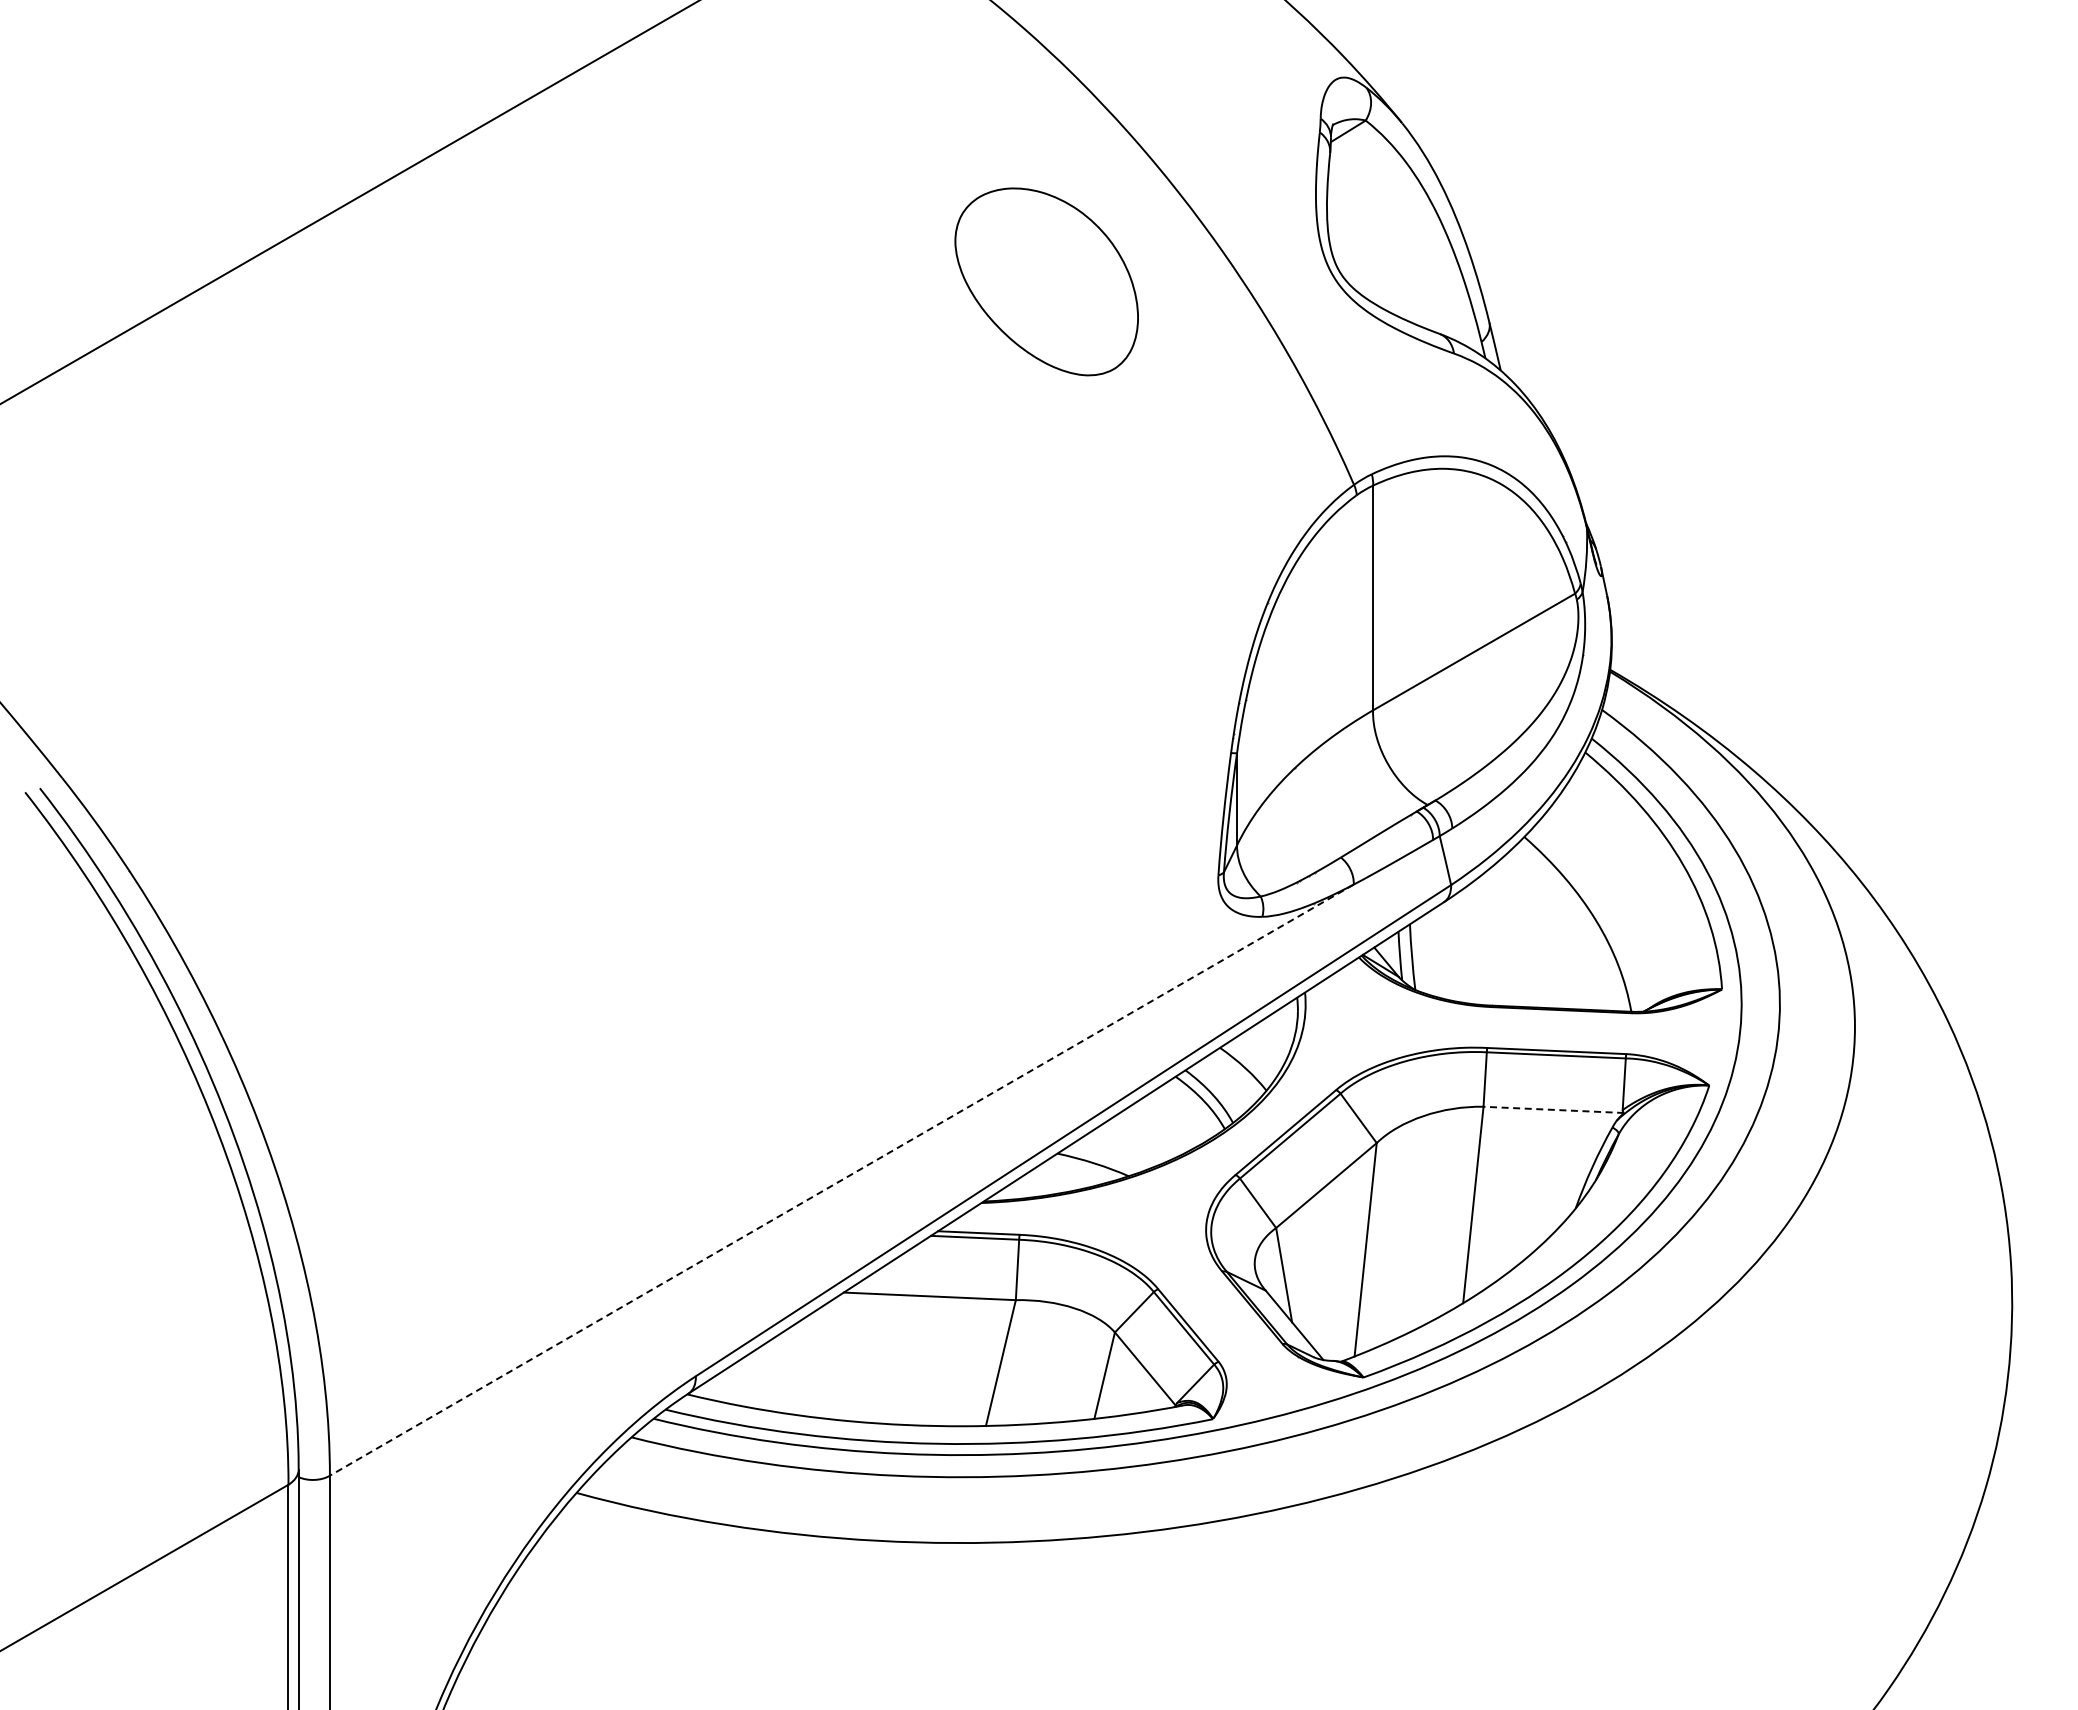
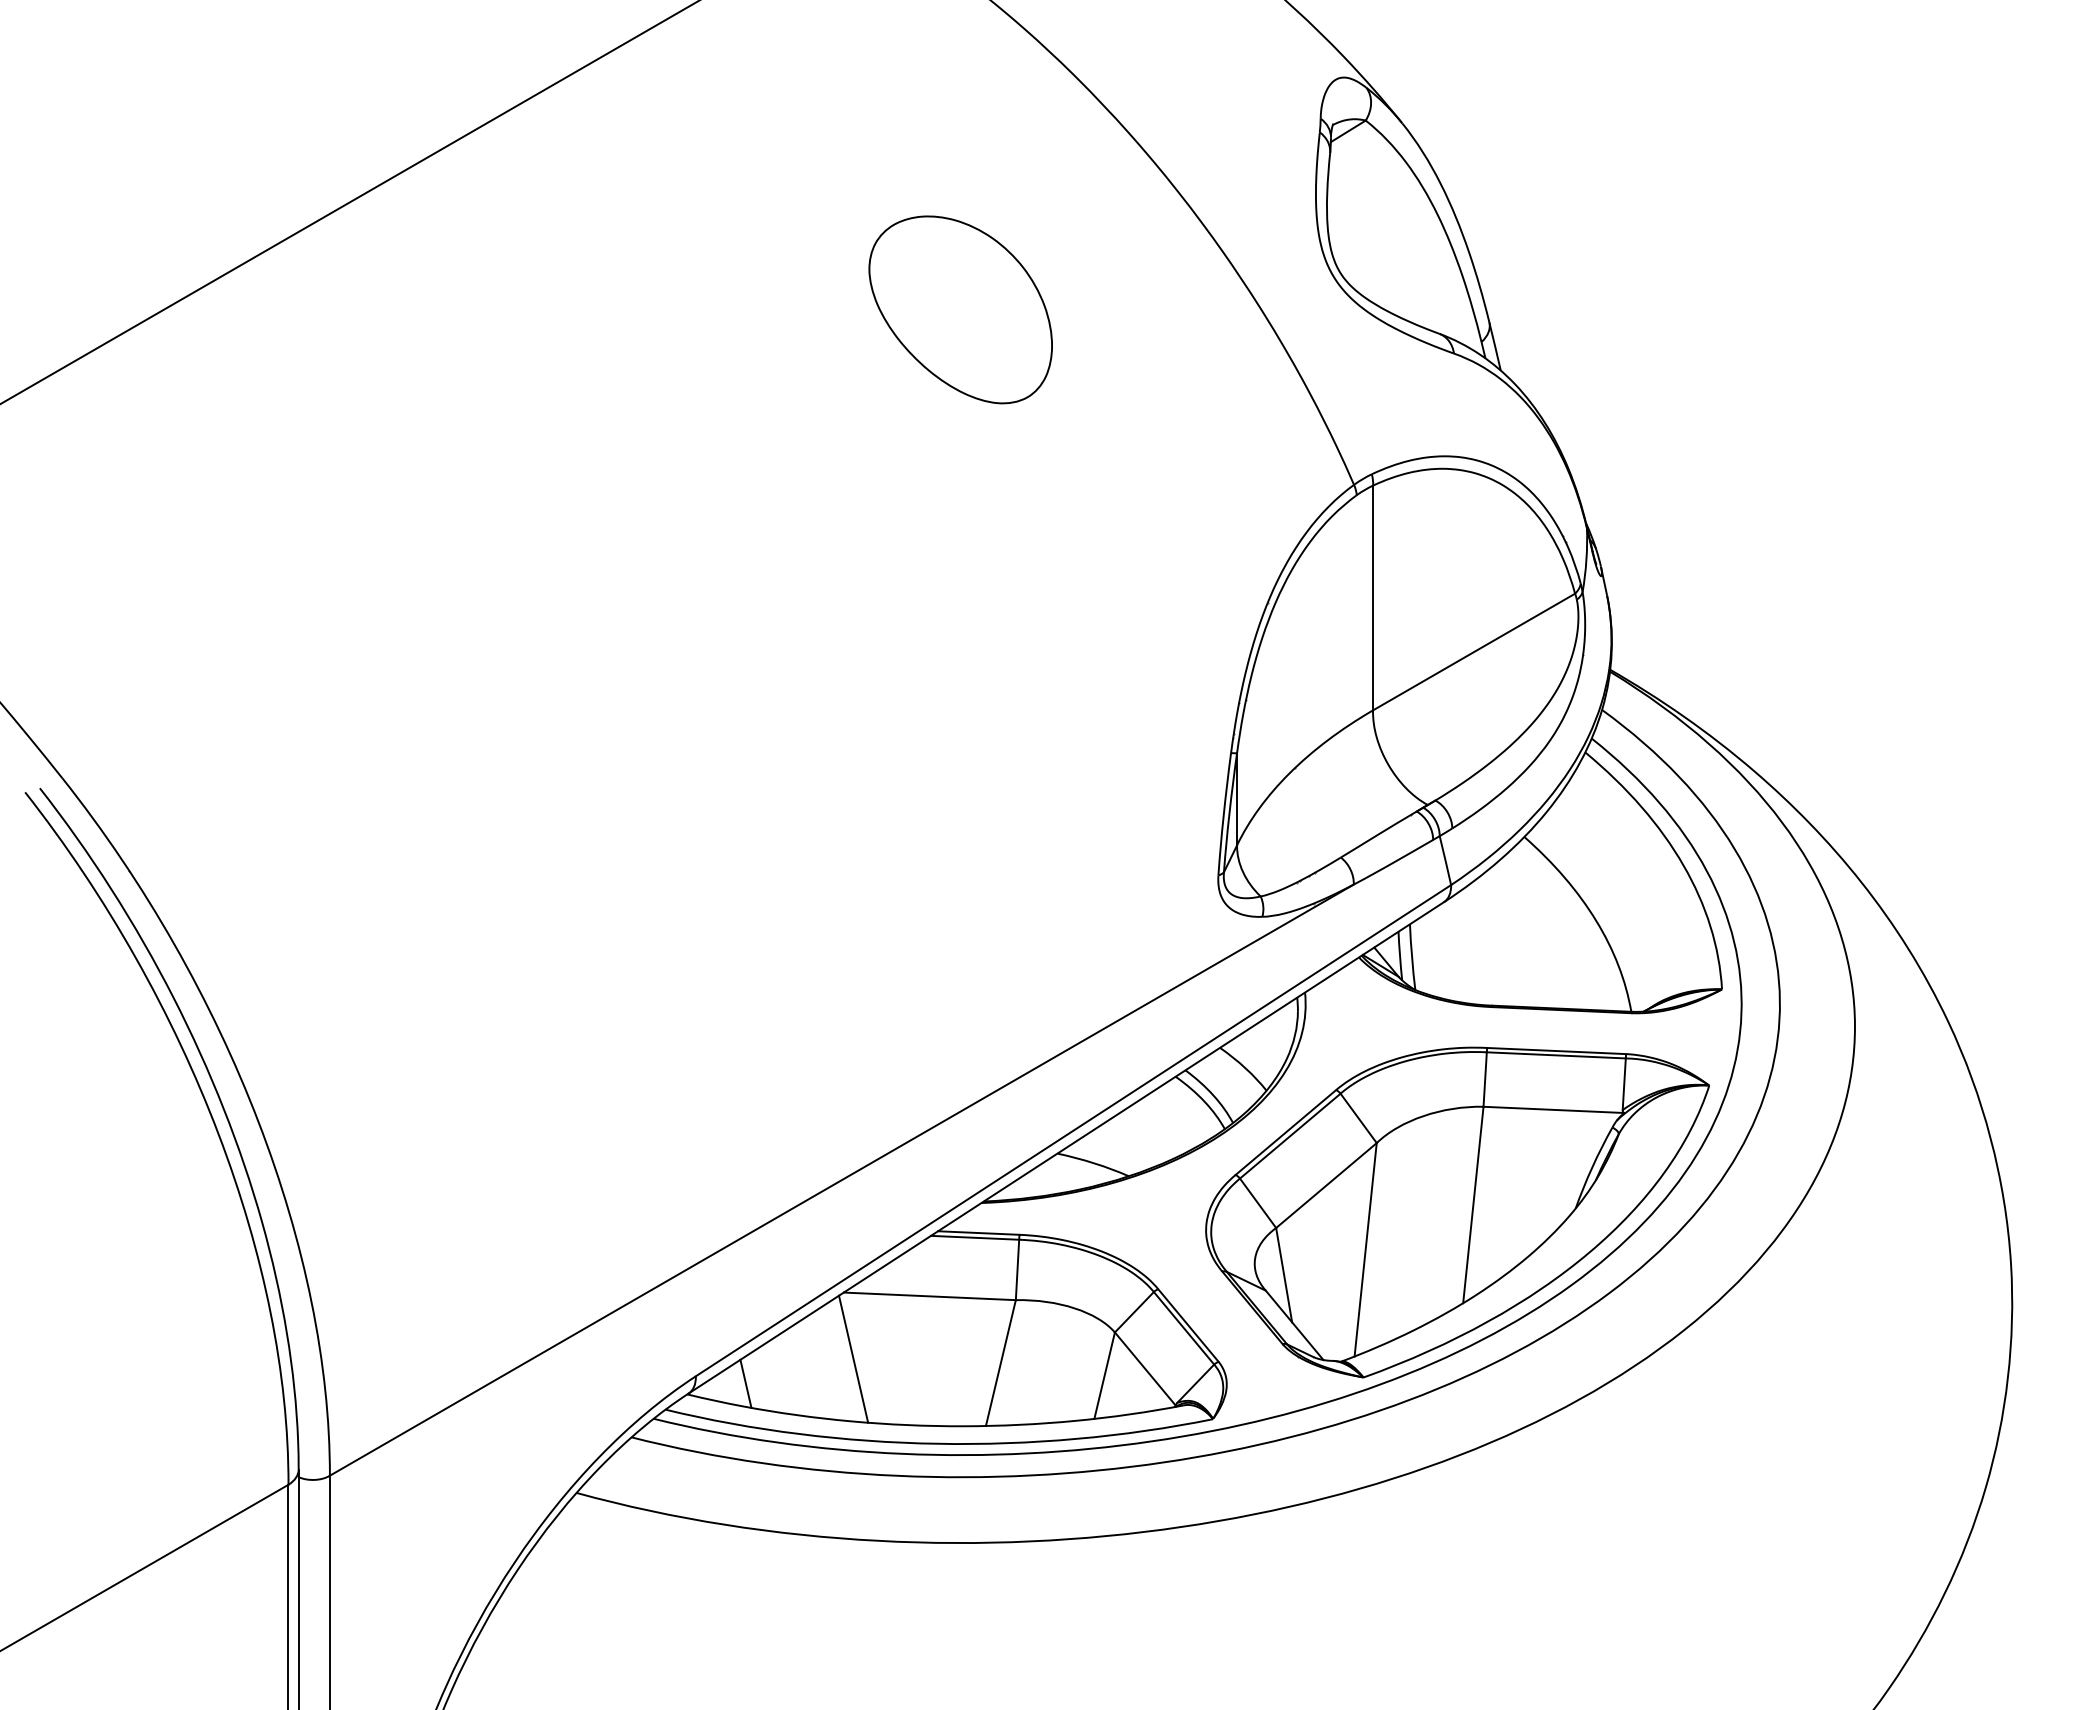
part at (1046, 281) position: (1046, 281) -> (960, 309)
line at (1553, 1109): dashed -> solid
line at (841, 1180): dashed -> solid
line at (853, 1358): none -> present
line at (745, 1383): none -> present
